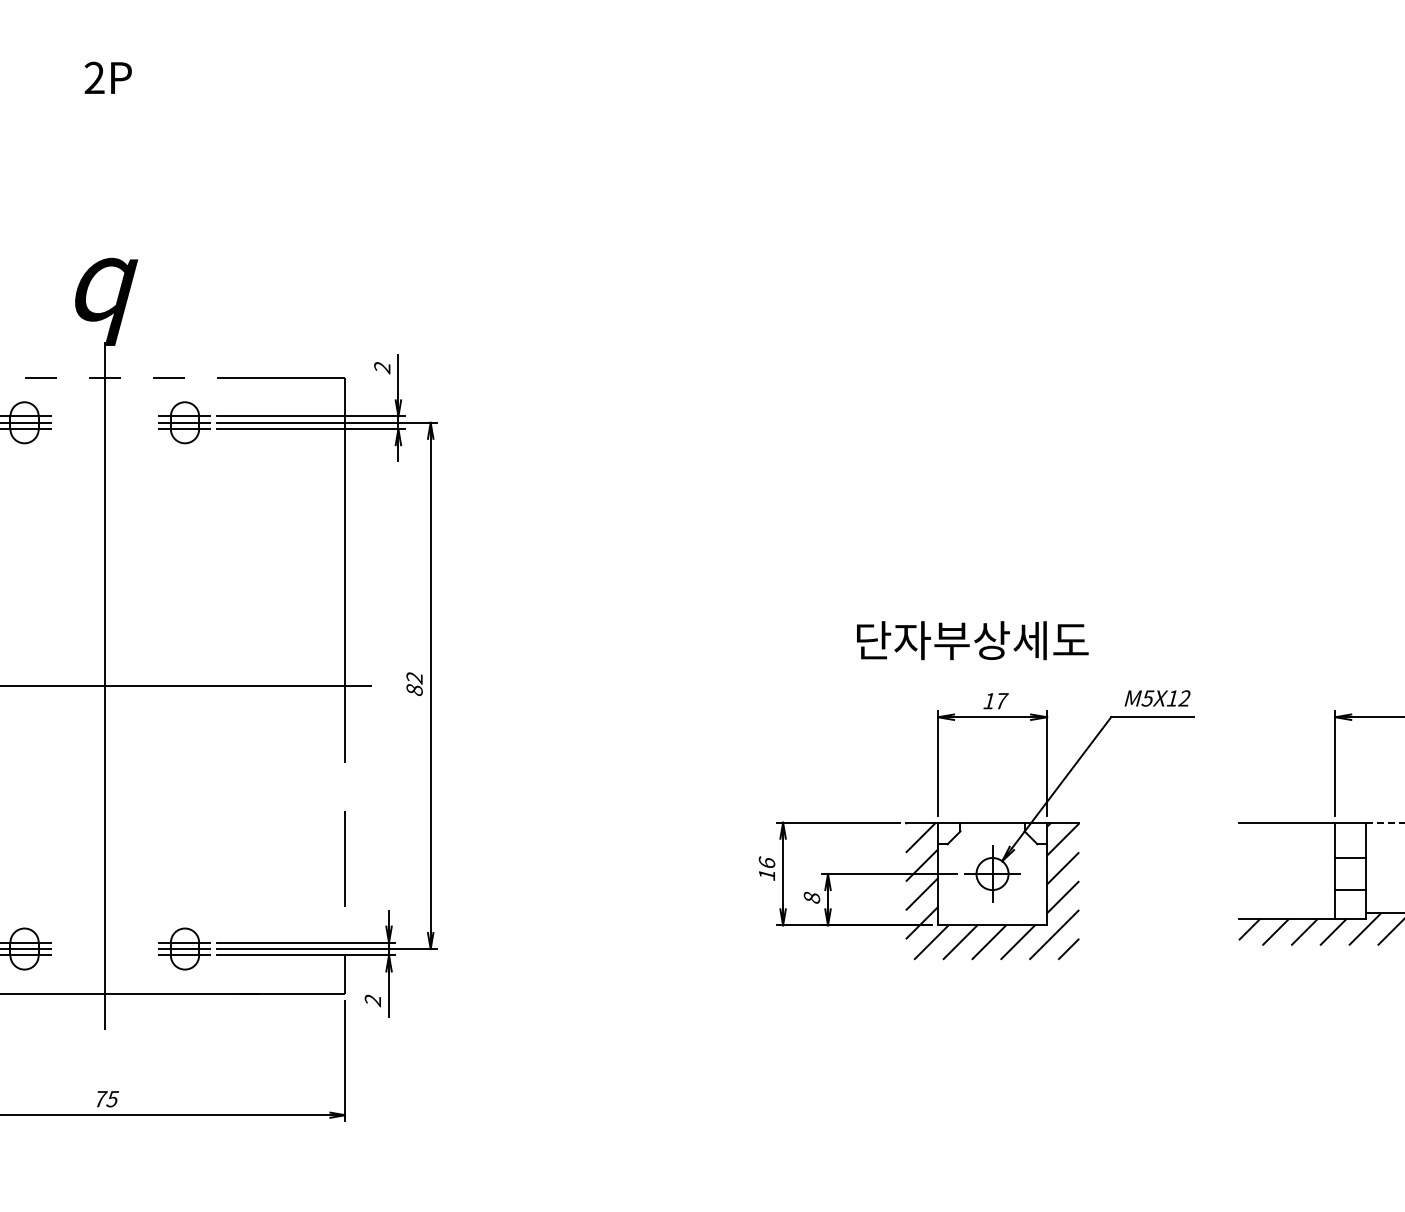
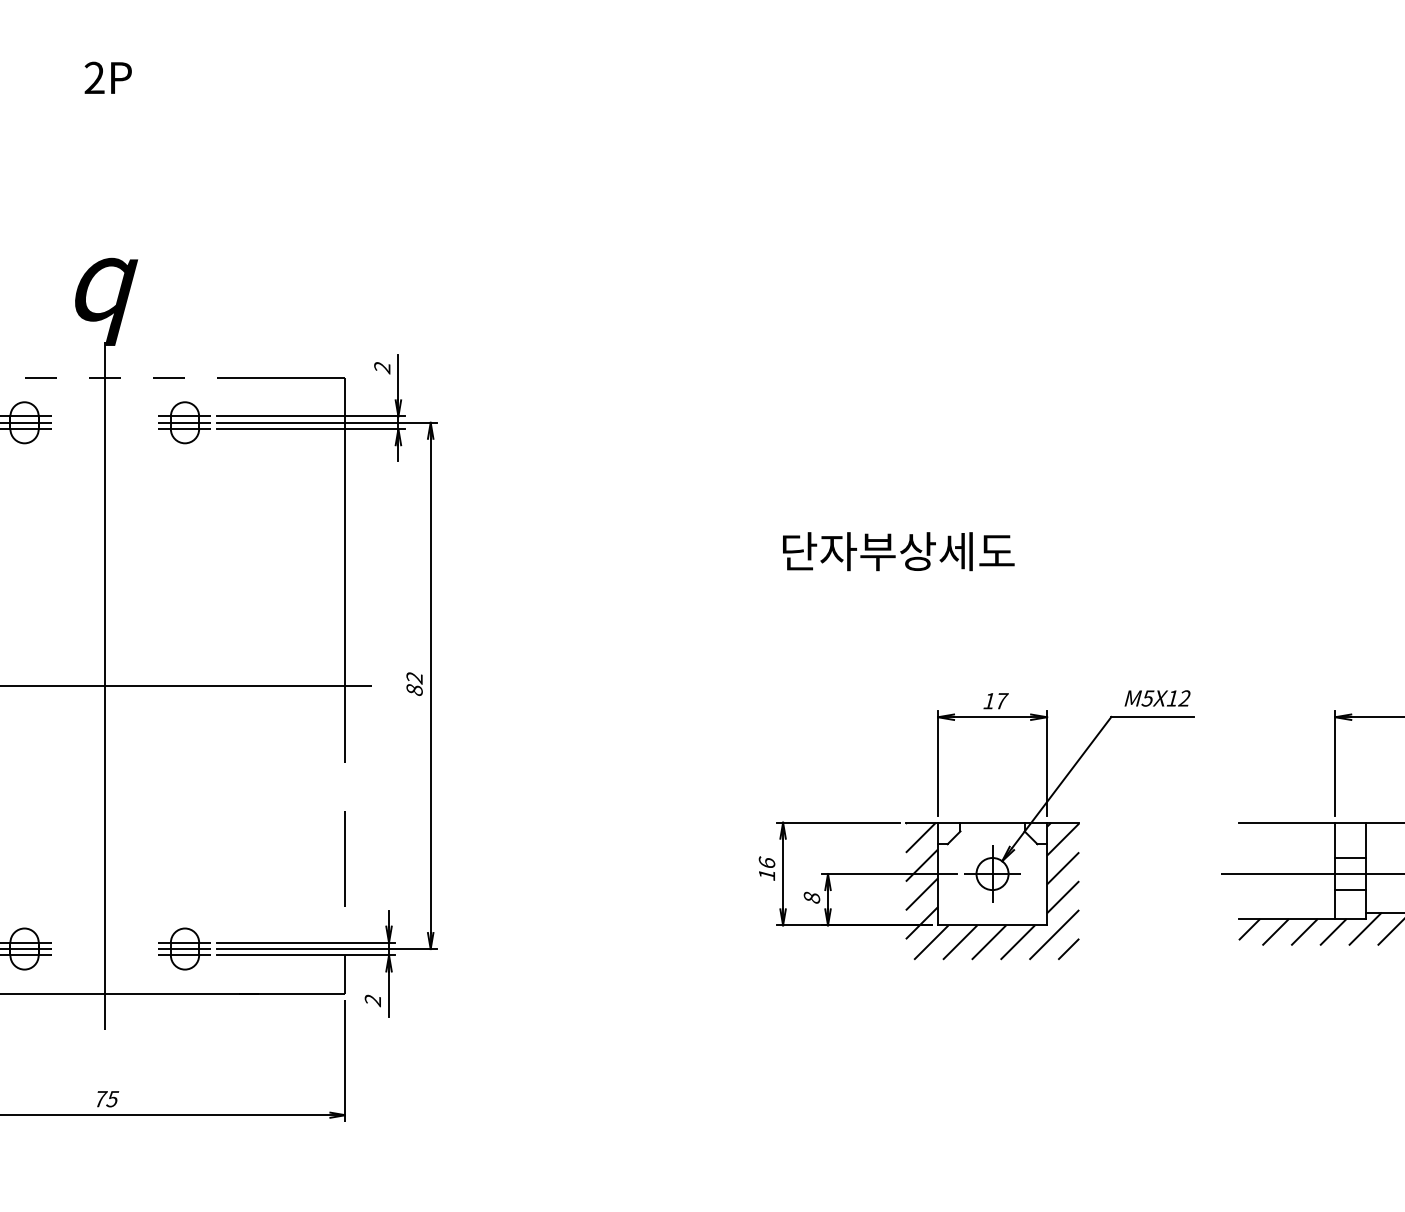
text at (972, 640) position: (972, 640) -> (898, 551)
line at (1385, 822): dashed -> solid
line at (1310, 874): none -> present
